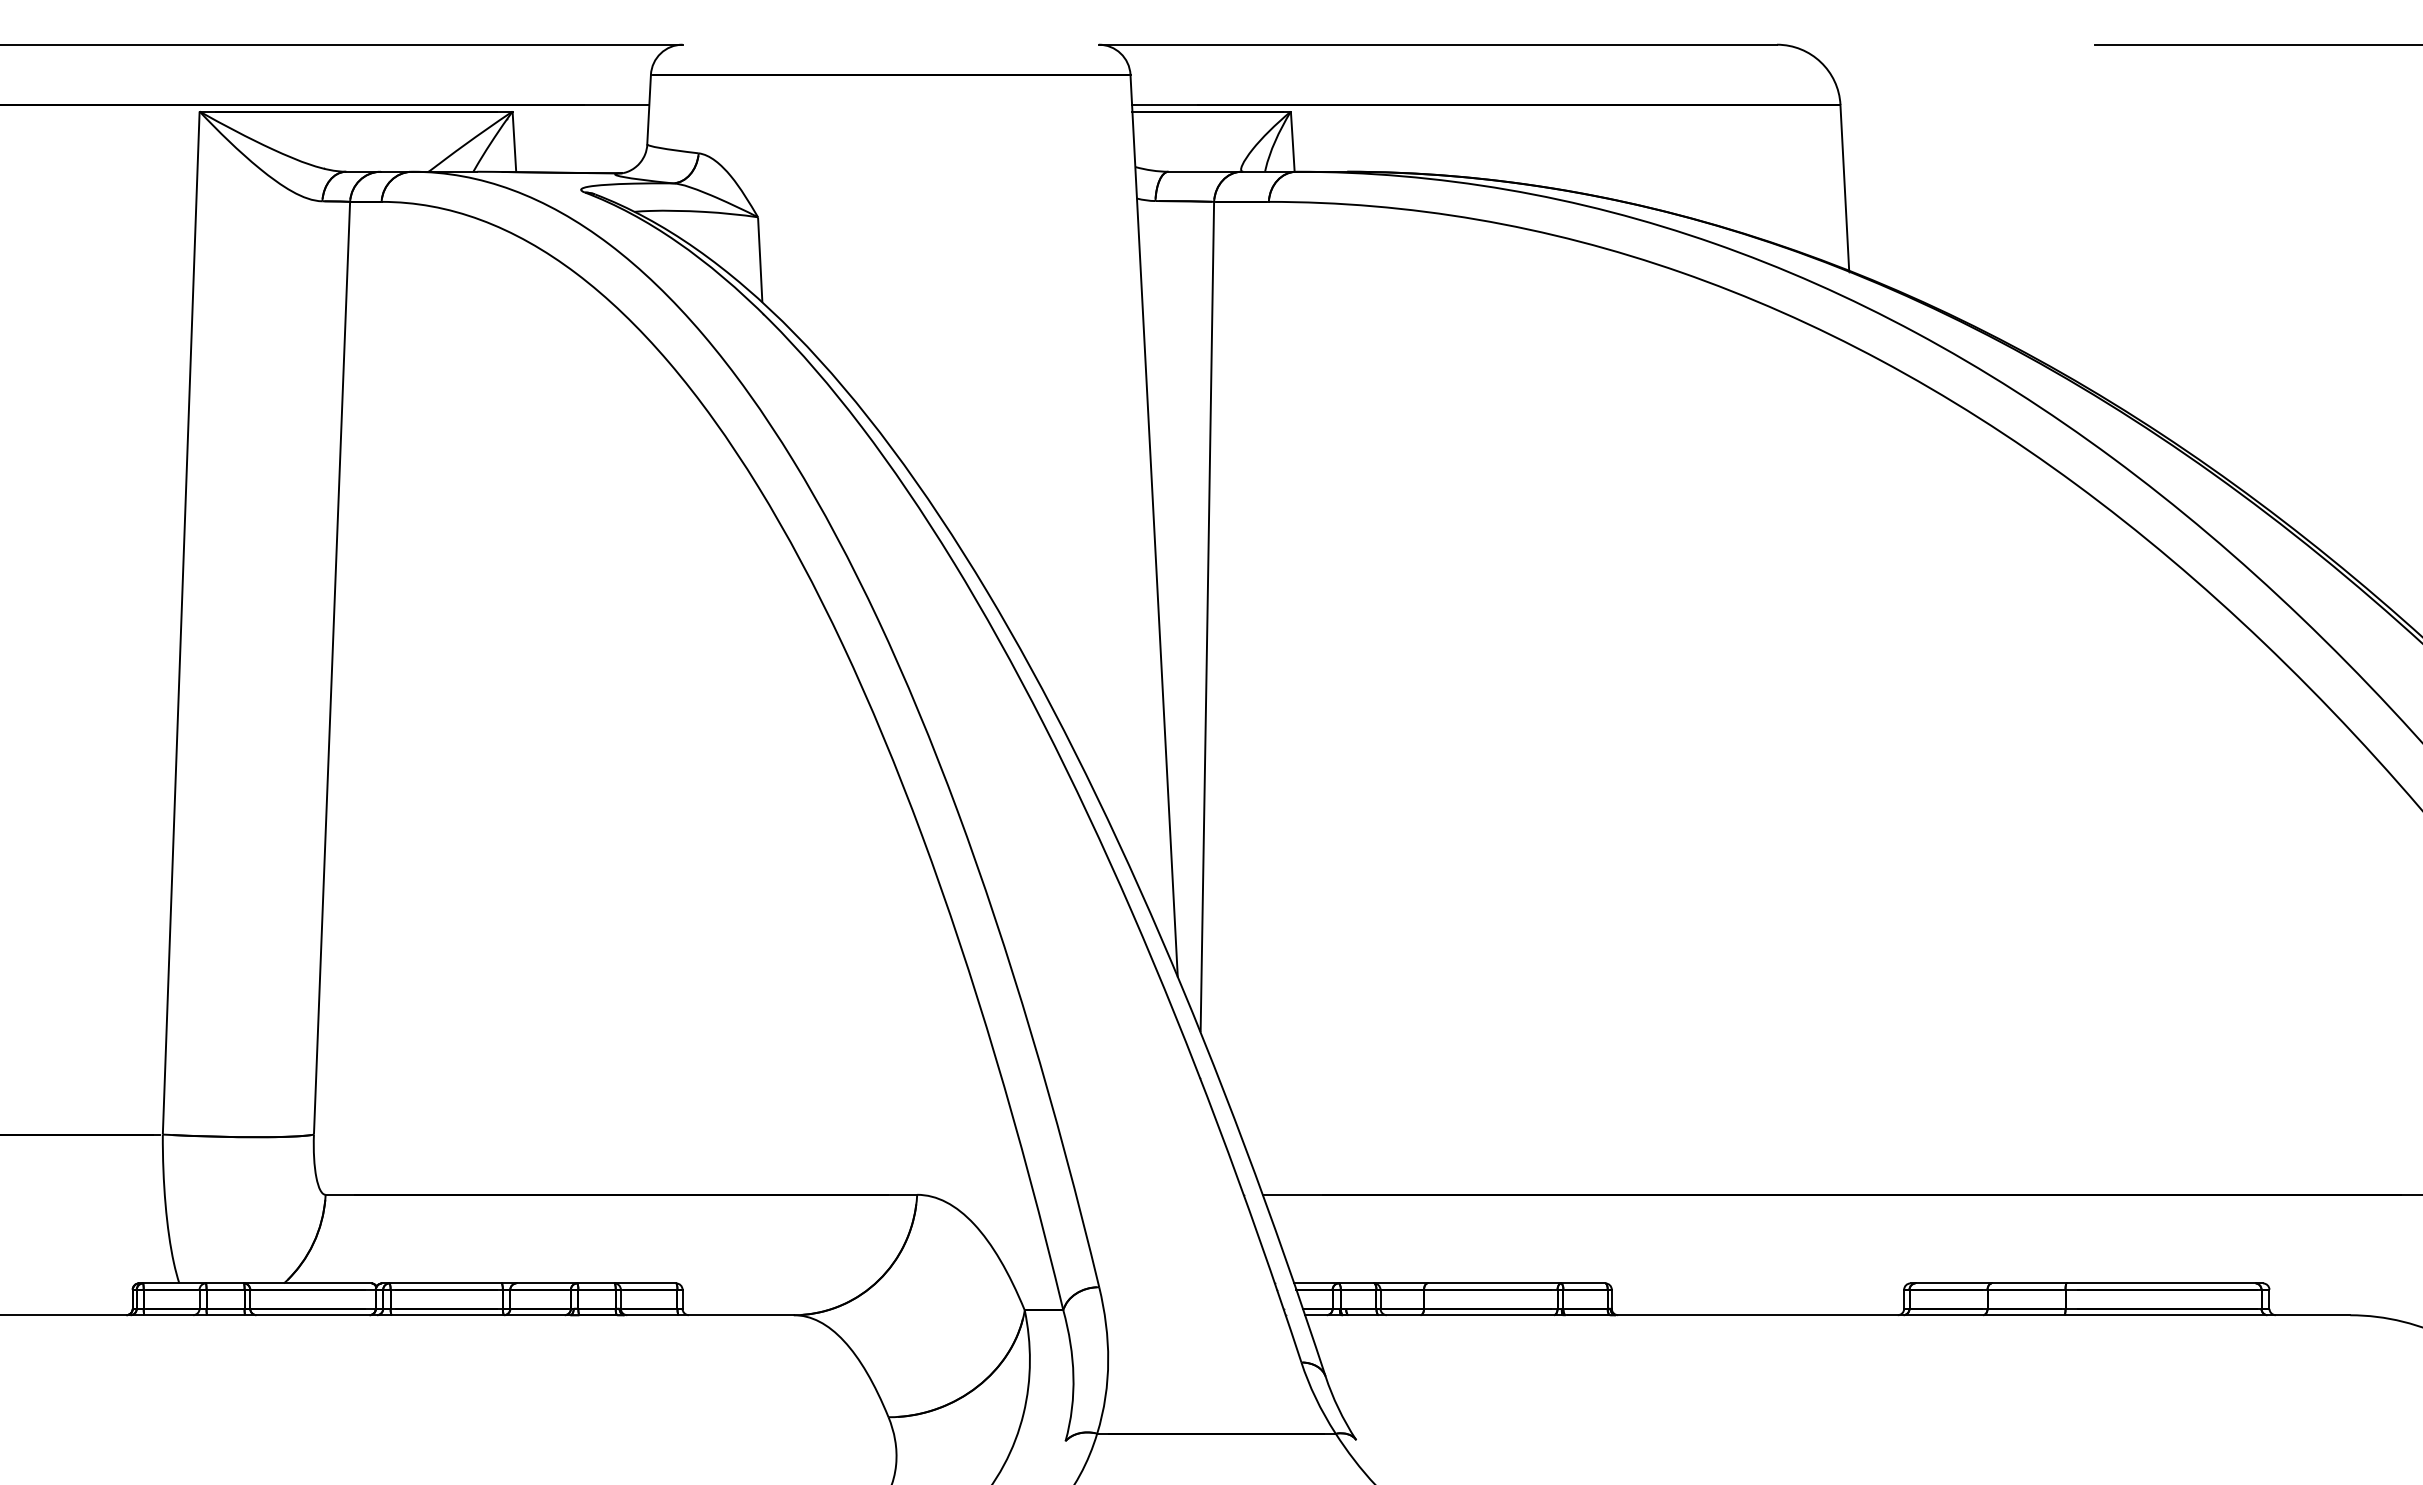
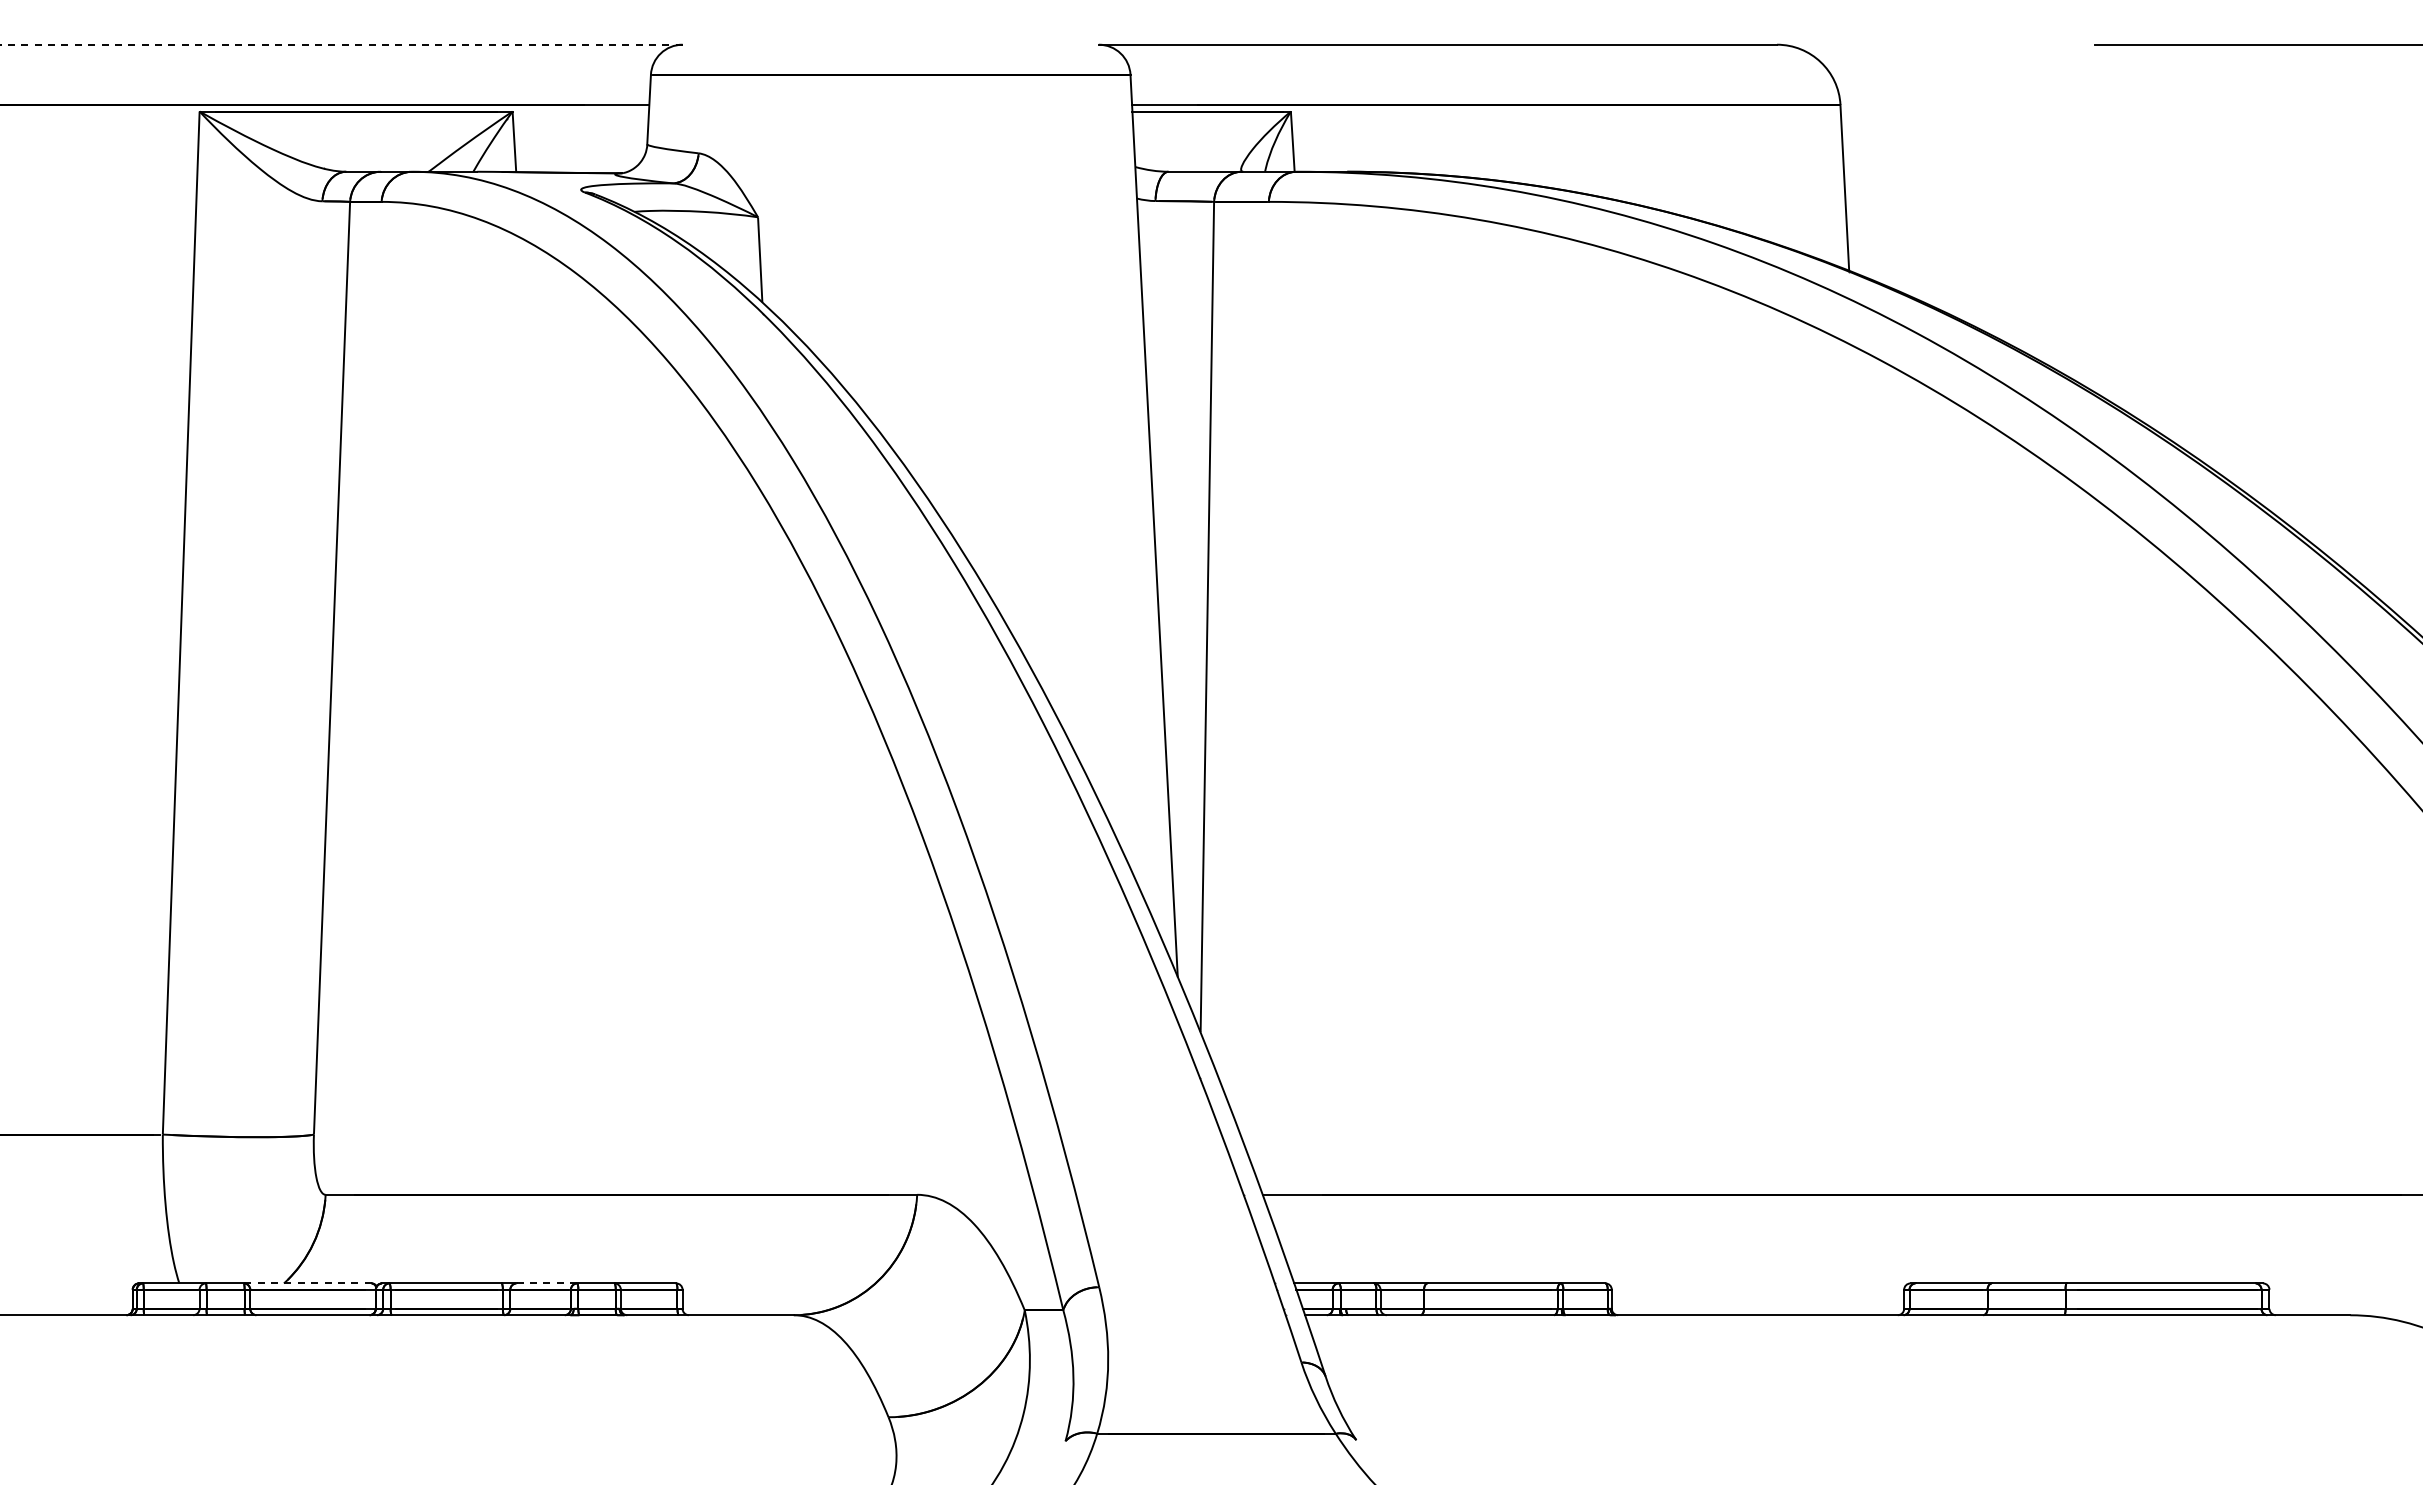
line at (340, 44): solid -> dashed
line at (307, 1283): solid -> dashed
line at (547, 1283): solid -> dashed
